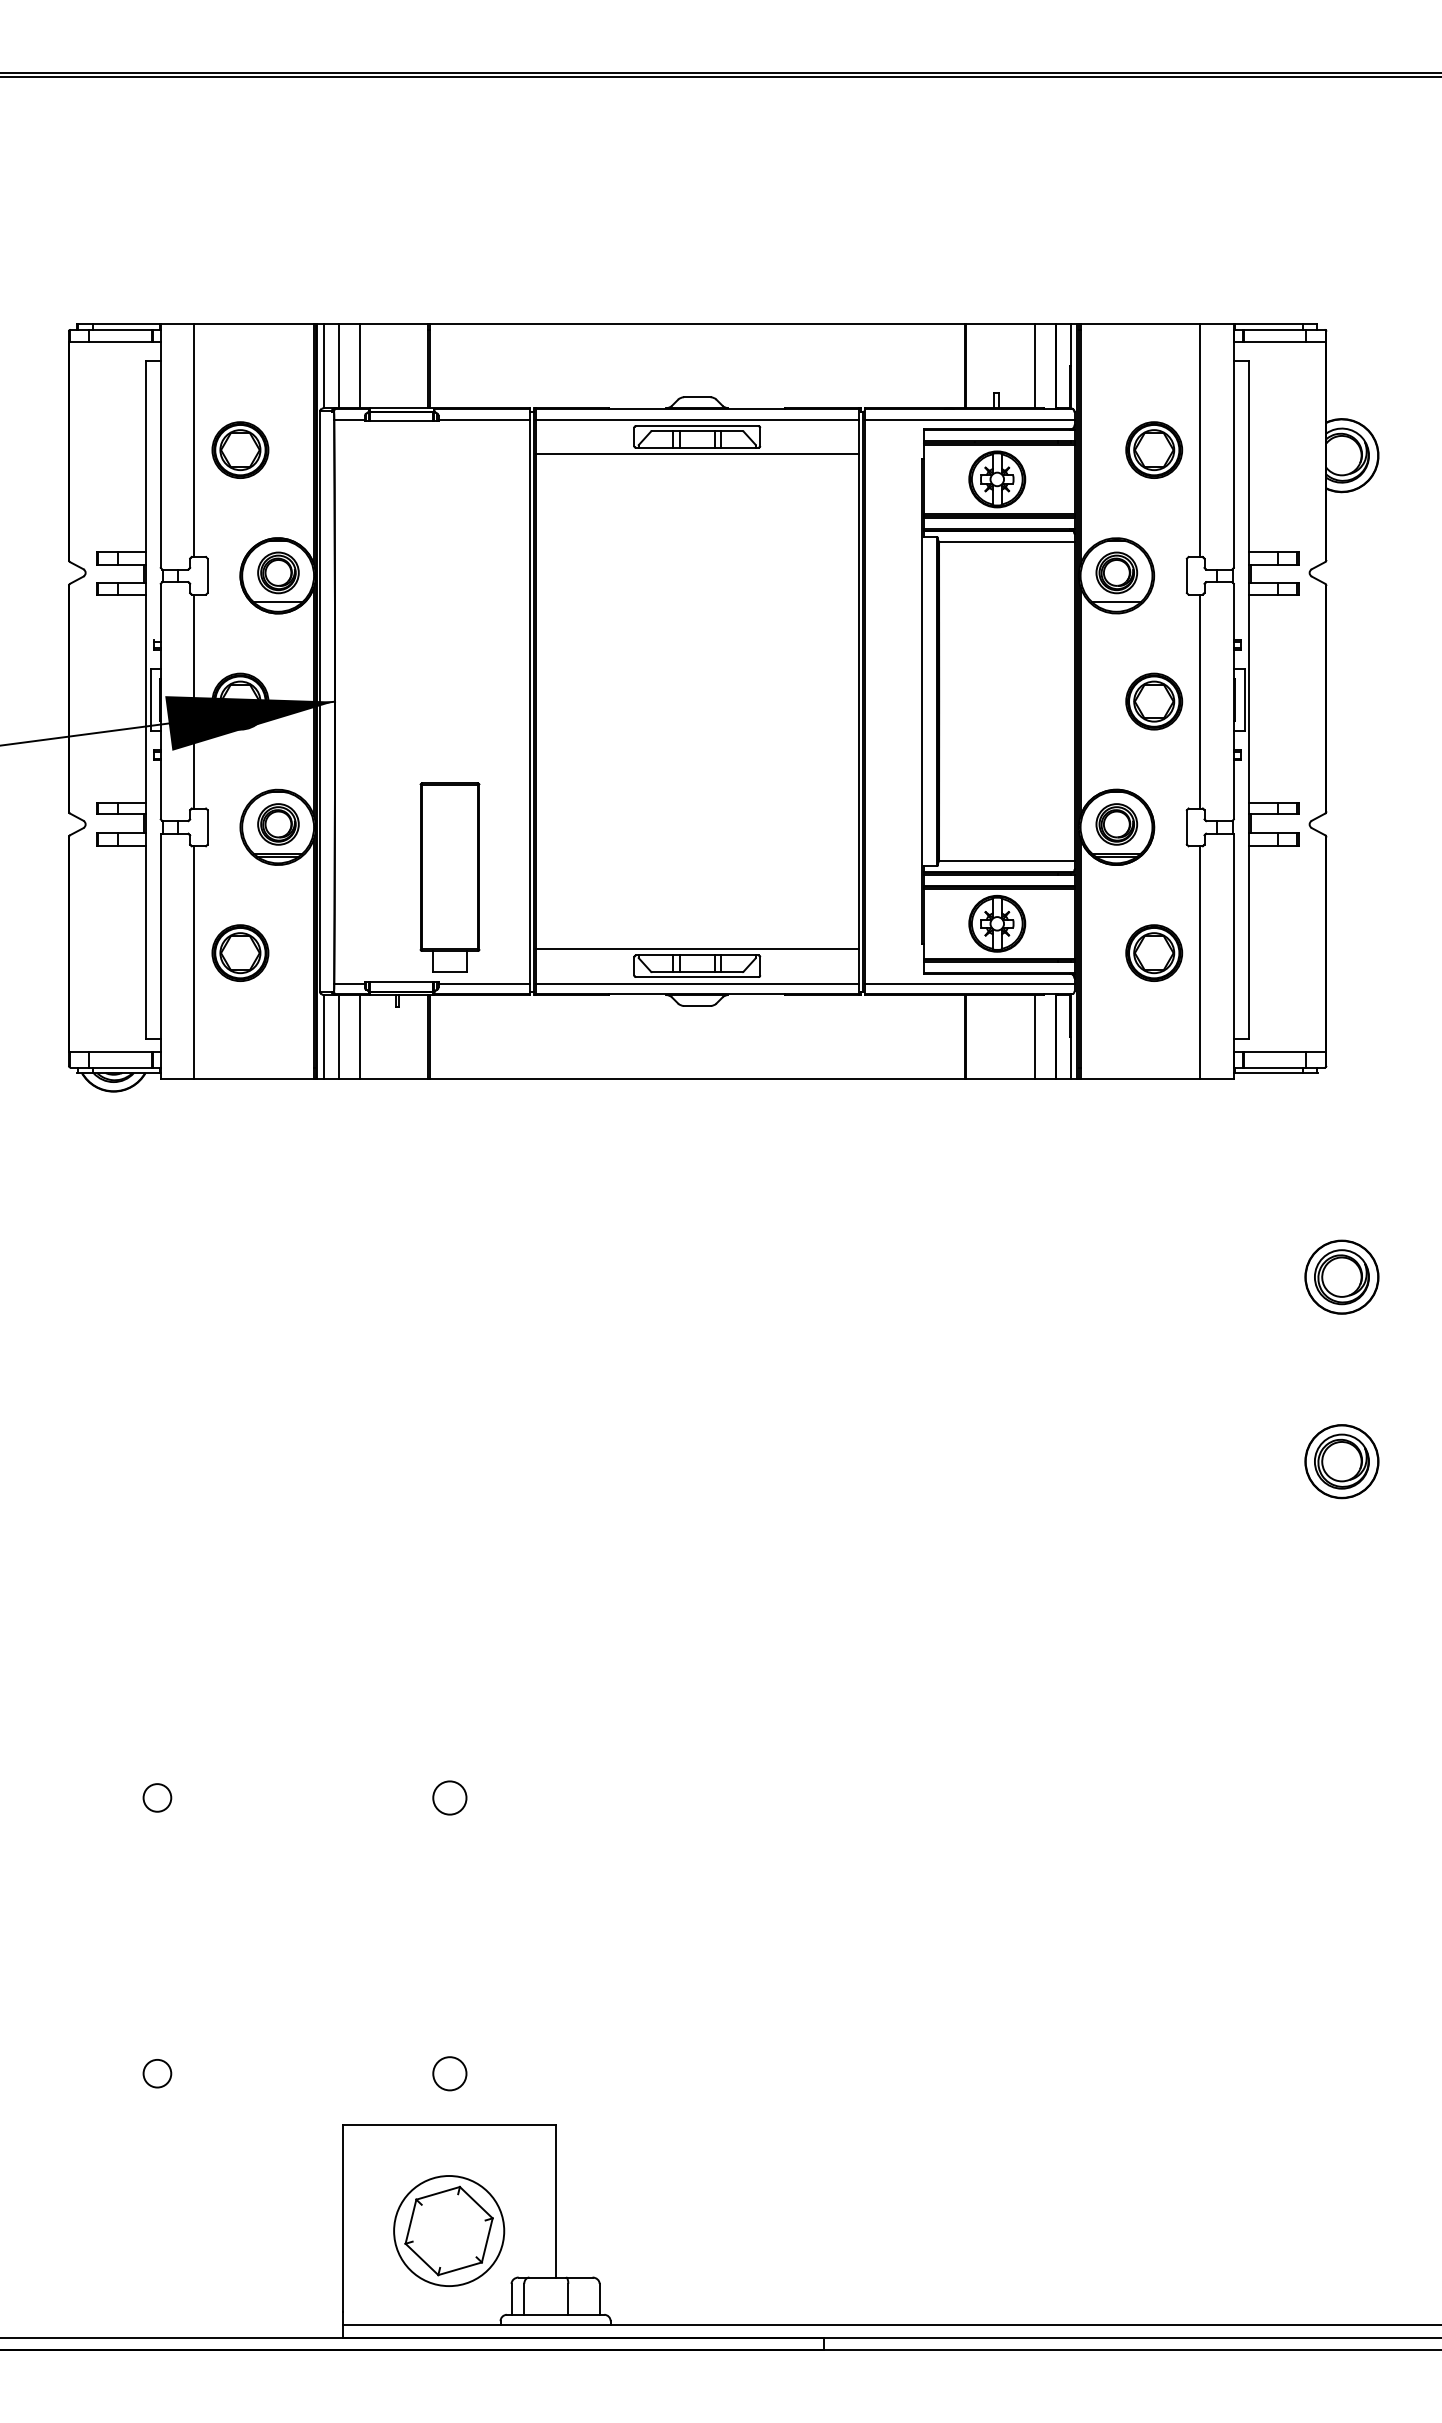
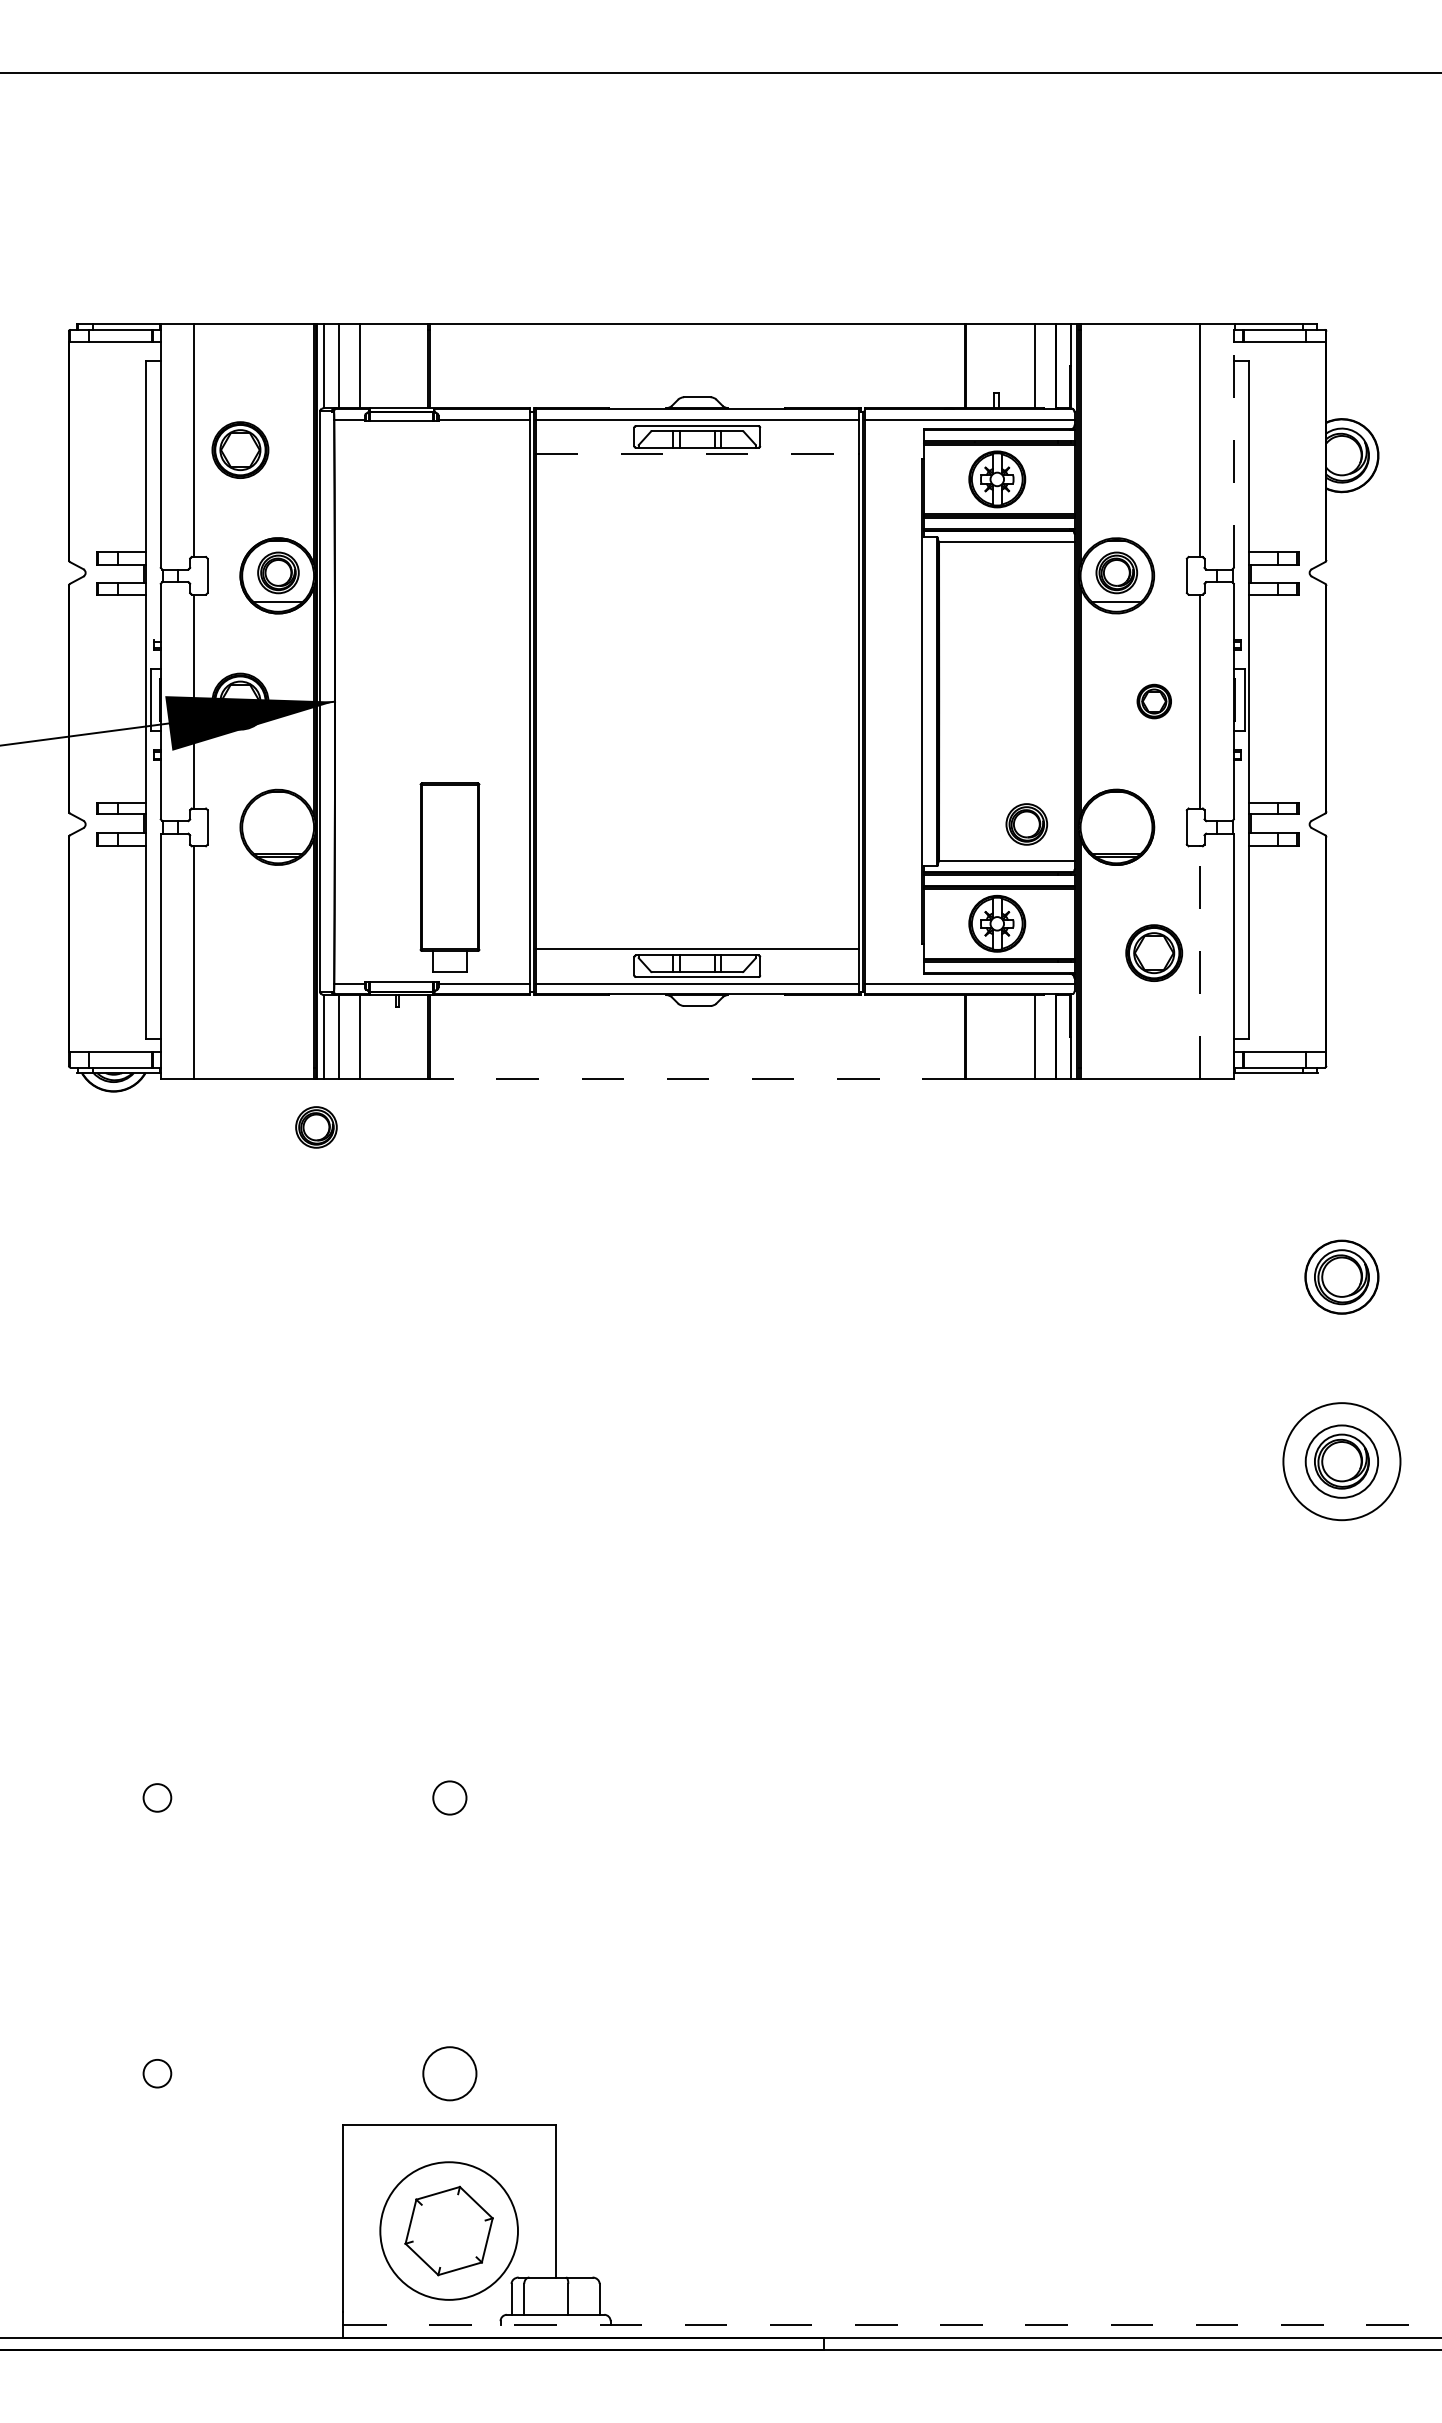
line at (720, 76): present -> none
line at (1233, 446): solid -> dashed
part at (1154, 449): present -> none
line at (697, 454): solid -> dashed
part at (1154, 701) size: 59x59 px -> 36x37 px
part at (278, 824) position: (278, 824) -> (316, 1127)
part at (1116, 824) position: (1116, 824) -> (1026, 824)
part at (240, 952): present -> none
line at (1200, 962): solid -> dashed
line at (696, 1078): solid -> dashed
circle at (1341, 1461) diameter: 73 px -> 117 px
circle at (449, 2073) diameter: 33 px -> 53 px
circle at (449, 2231) diameter: 110 px -> 138 px
line at (891, 2324): solid -> dashed
